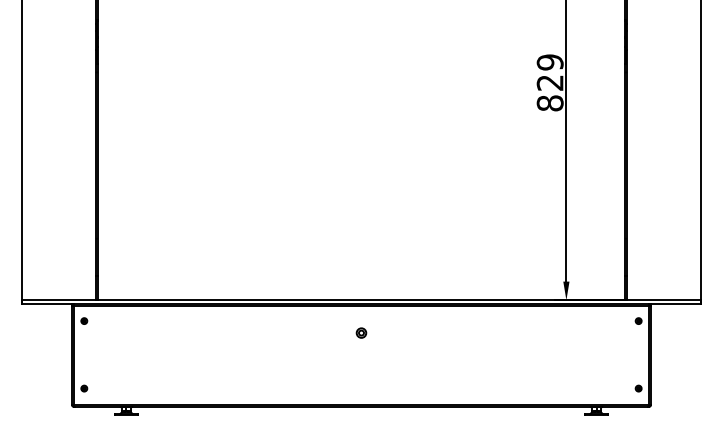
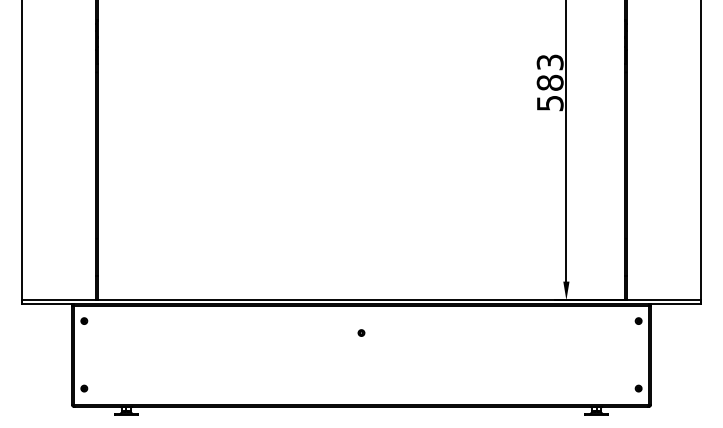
text at (549, 82): 829 -> 583
part at (361, 332) size: 13x12 px -> 9x8 px
